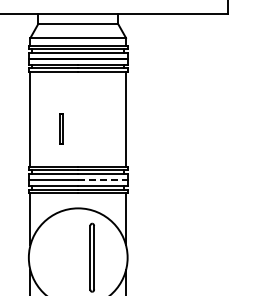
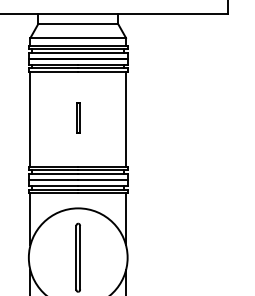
line at (60, 128) position: (60, 128) -> (77, 117)
line at (102, 180): dashed -> solid
part at (91, 257) position: (91, 257) -> (77, 257)
